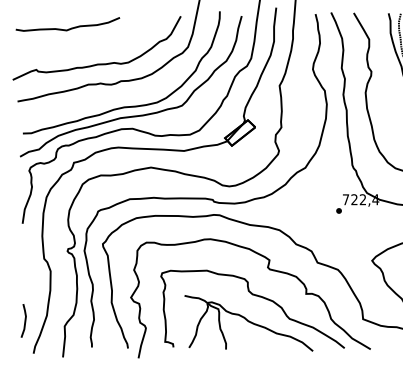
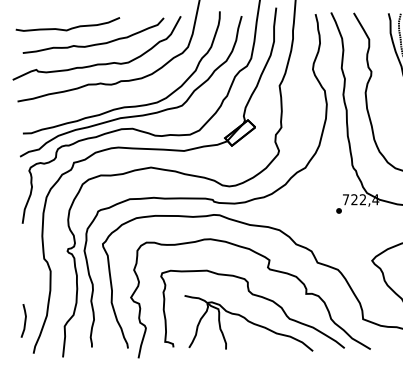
part at (95, 43): none -> present
